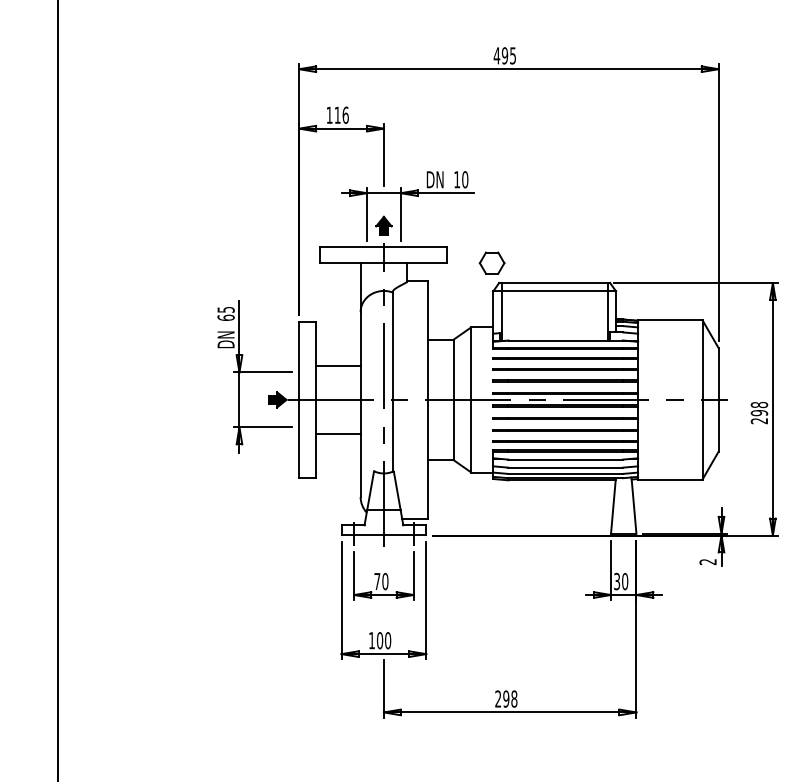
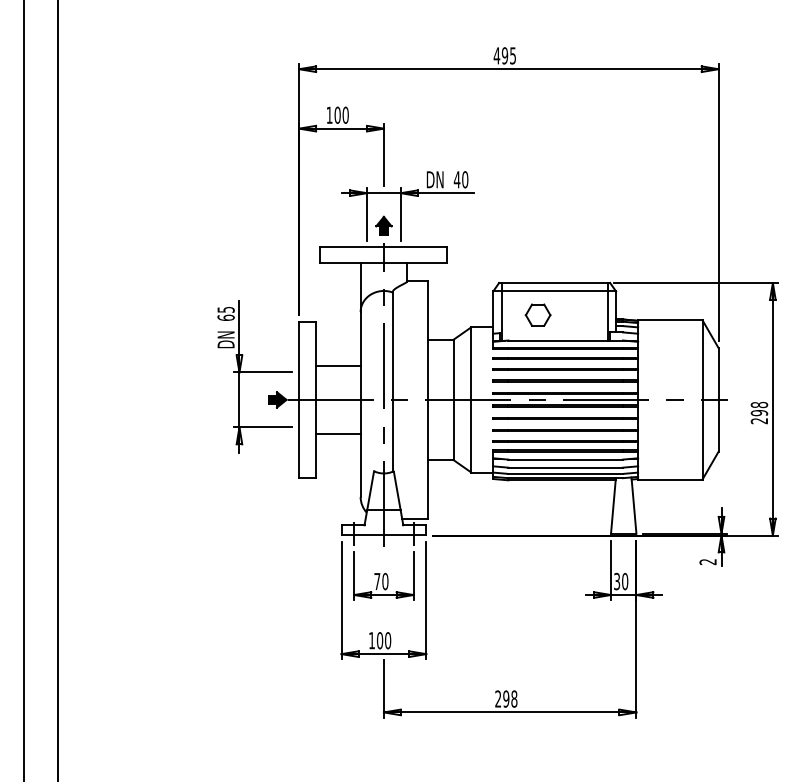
text at (341, 114): 116 -> 100
text at (456, 179): 10 -> 40
part at (491, 262) position: (491, 262) -> (537, 314)
line at (24, 390): none -> present
